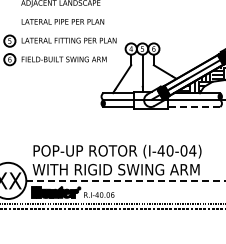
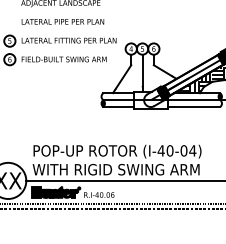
line at (194, 106): dashed -> solid
line at (126, 180): dashed -> solid
